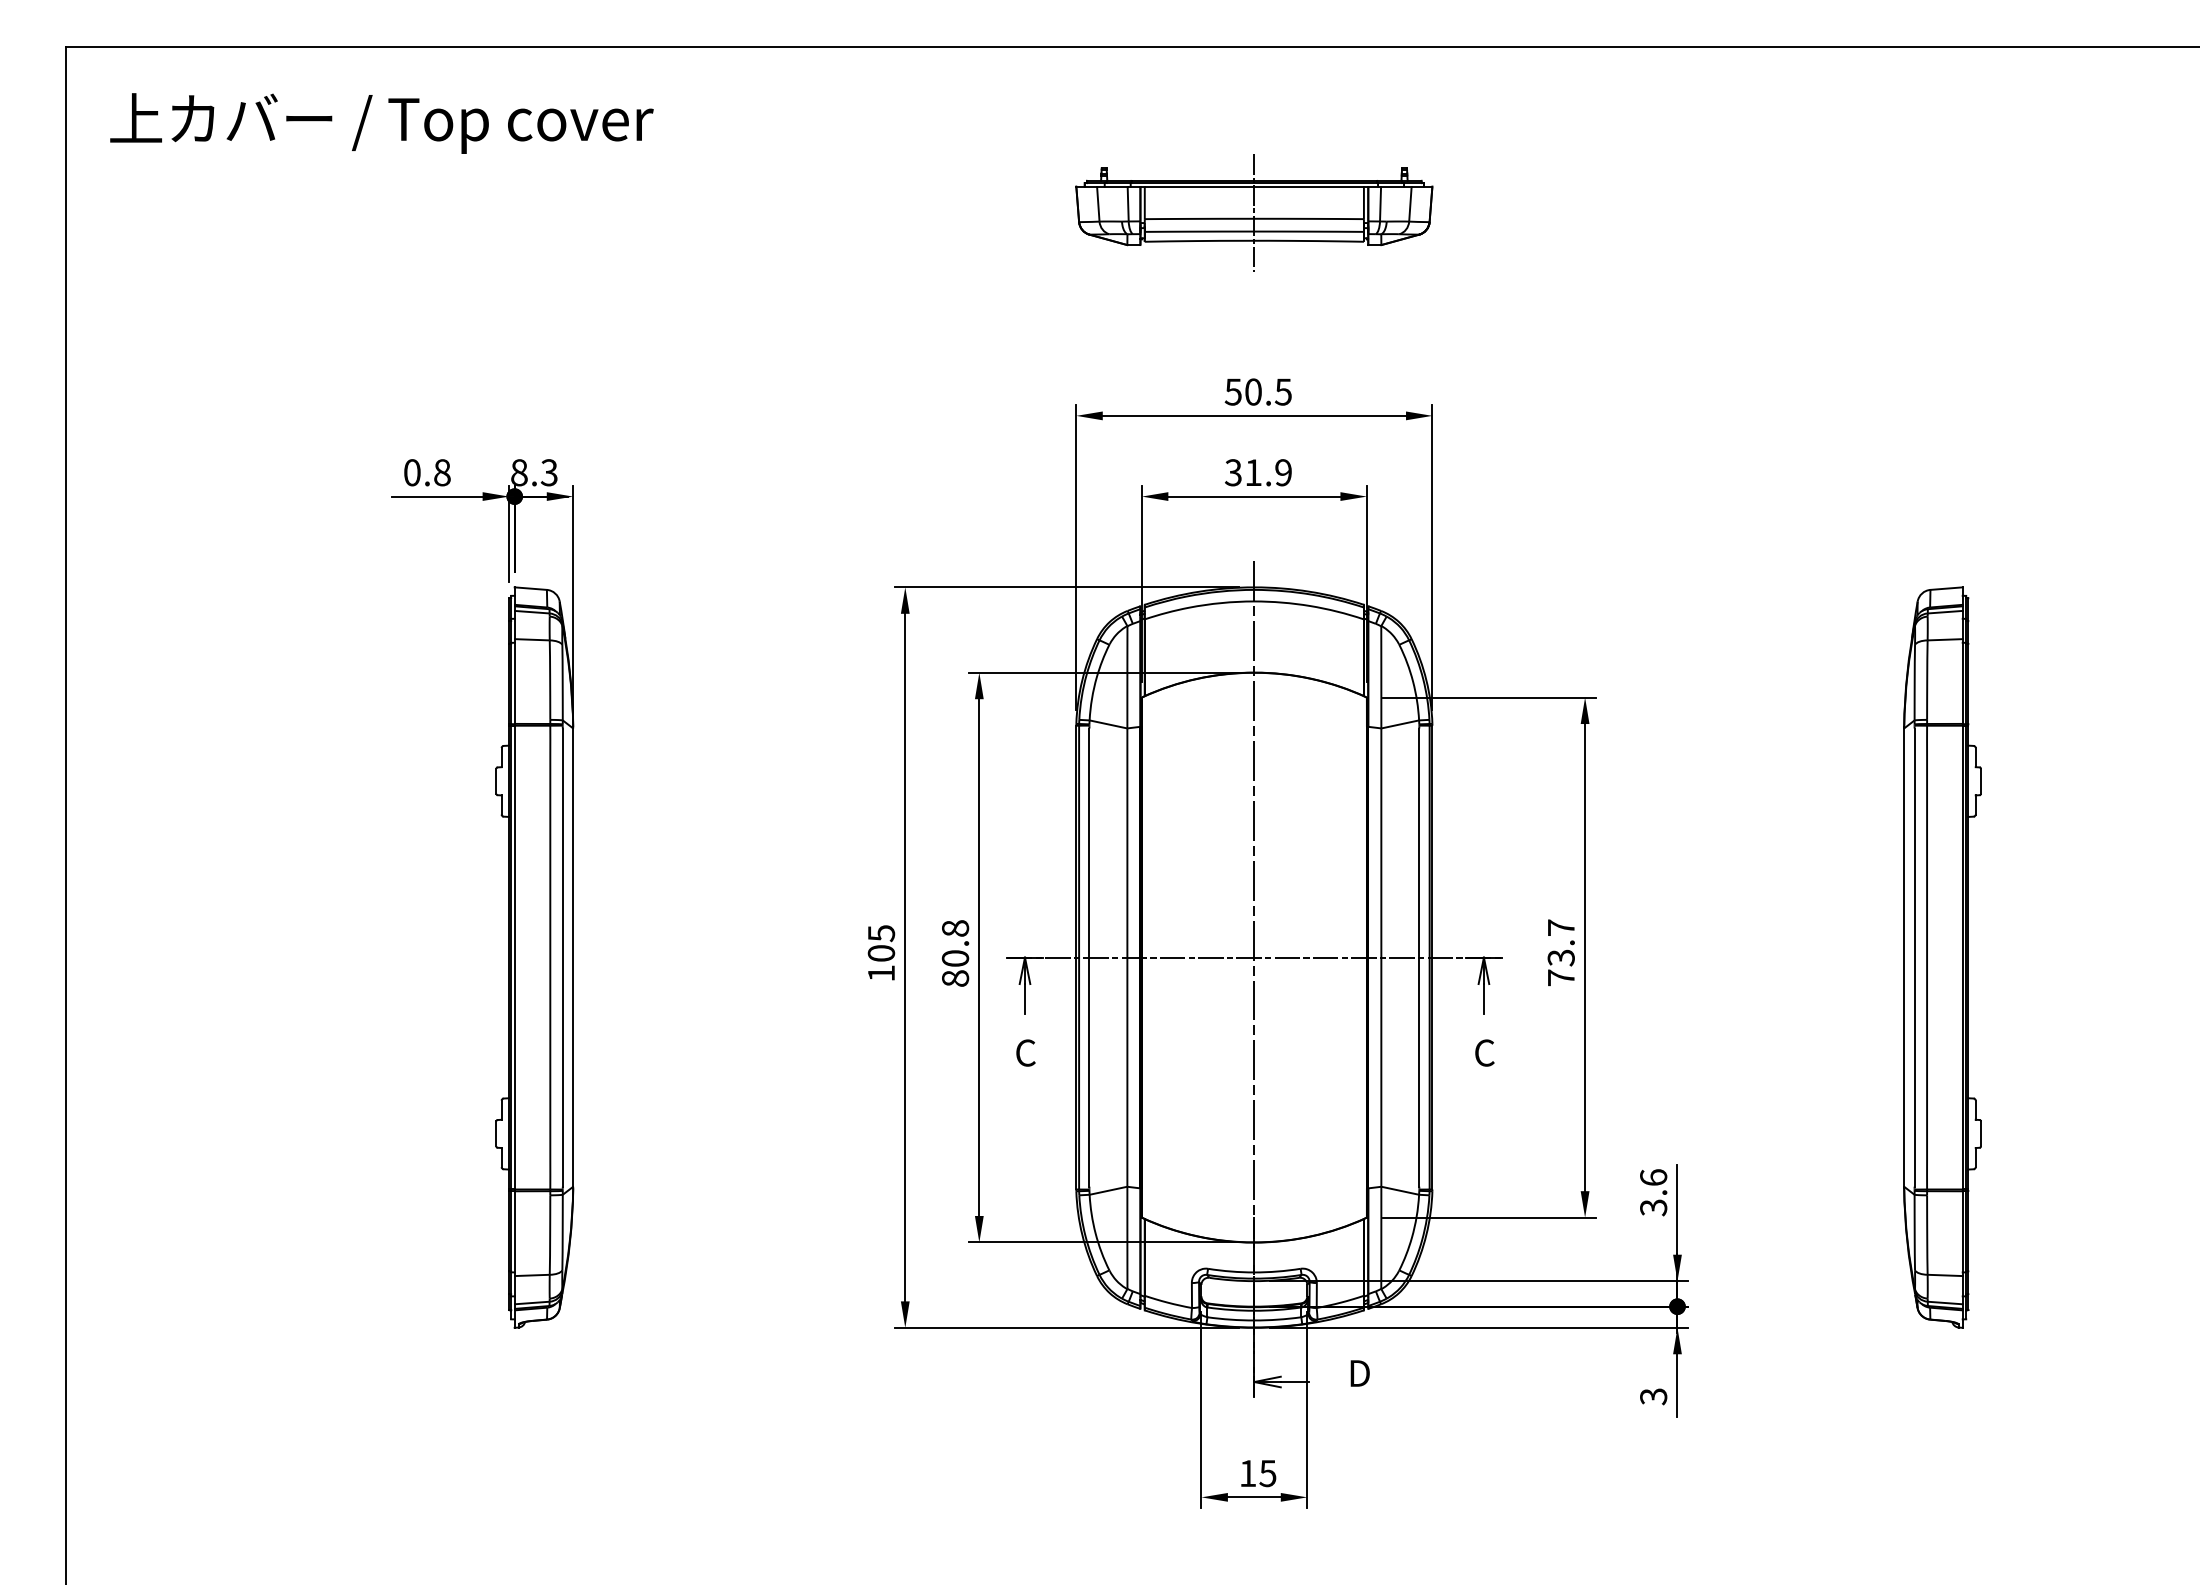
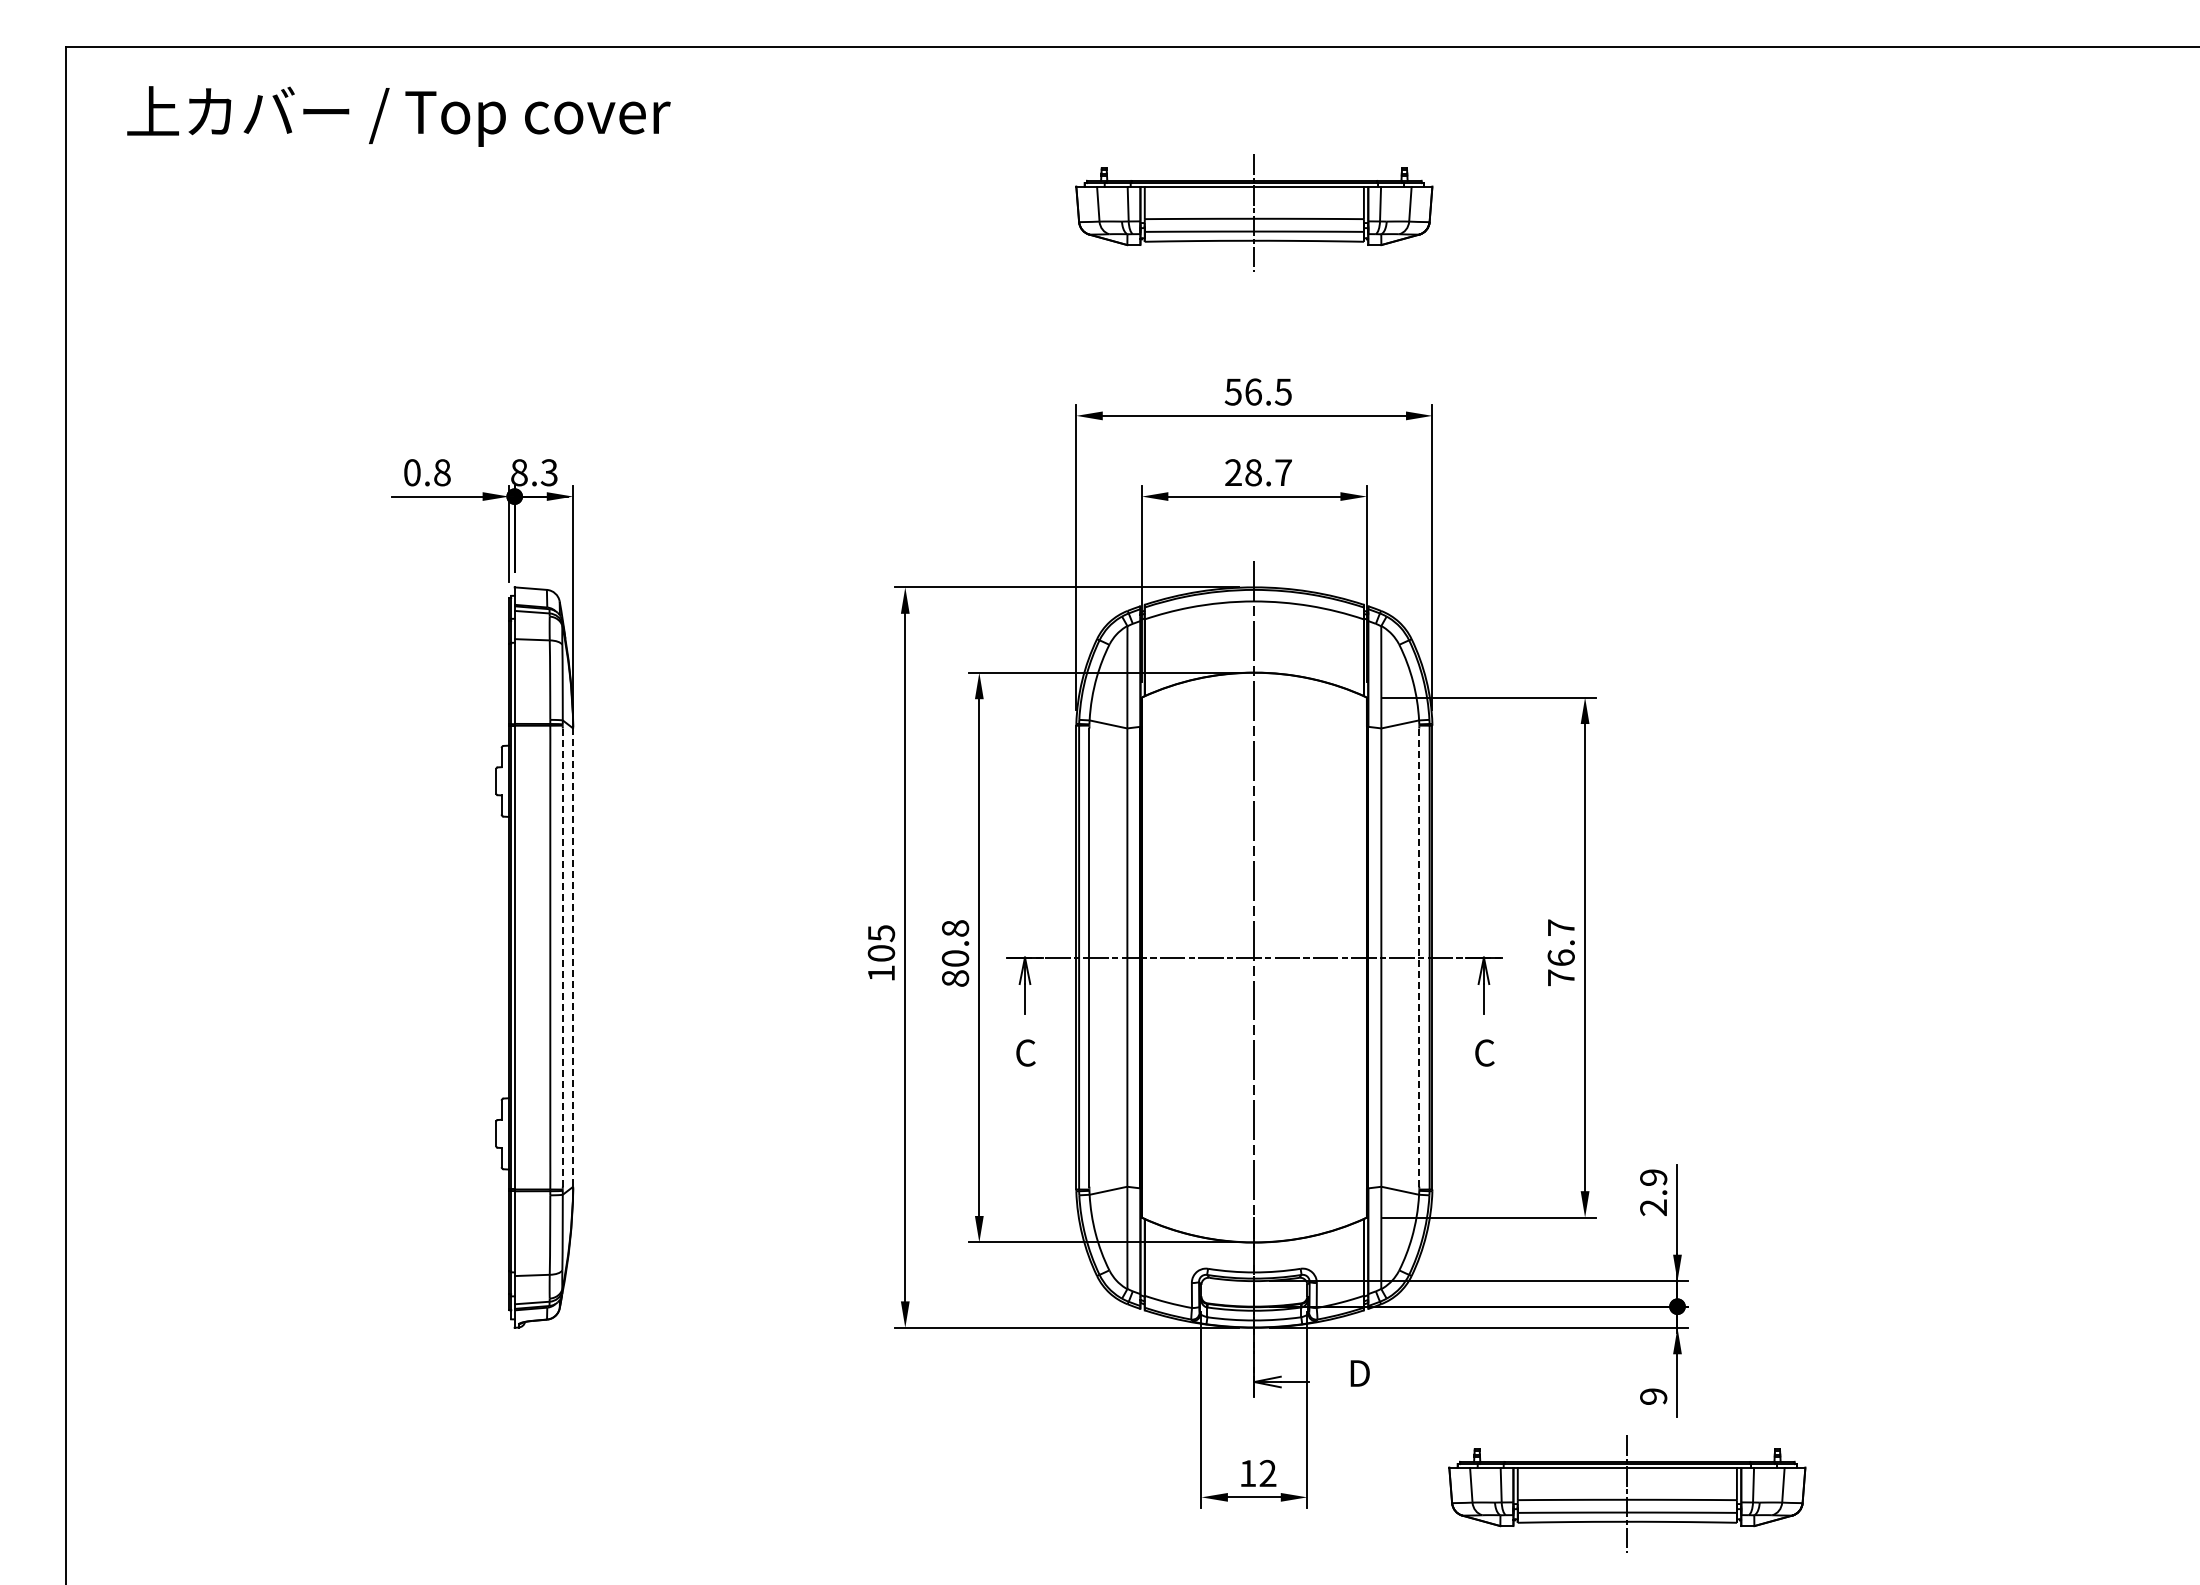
text at (381, 123) position: (381, 123) -> (398, 116)
text at (1253, 391): 50.5 -> 56.5
text at (1258, 472): 31.9 -> 28.7
line at (562, 957): solid -> dashed
text at (1560, 957): 73.7 -> 76.7
part at (1942, 957): present -> none
line at (573, 958): solid -> dashed
line at (1419, 958): solid -> dashed
text at (1653, 1192): 3.6 -> 2.9
text at (1653, 1396): 3 -> 9
text at (1267, 1473): 15 -> 12
part at (1627, 1493): none -> present
